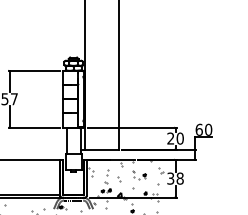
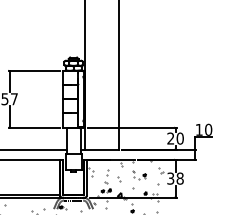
text at (198, 129): 60 -> 10
line at (34, 149): none -> present
